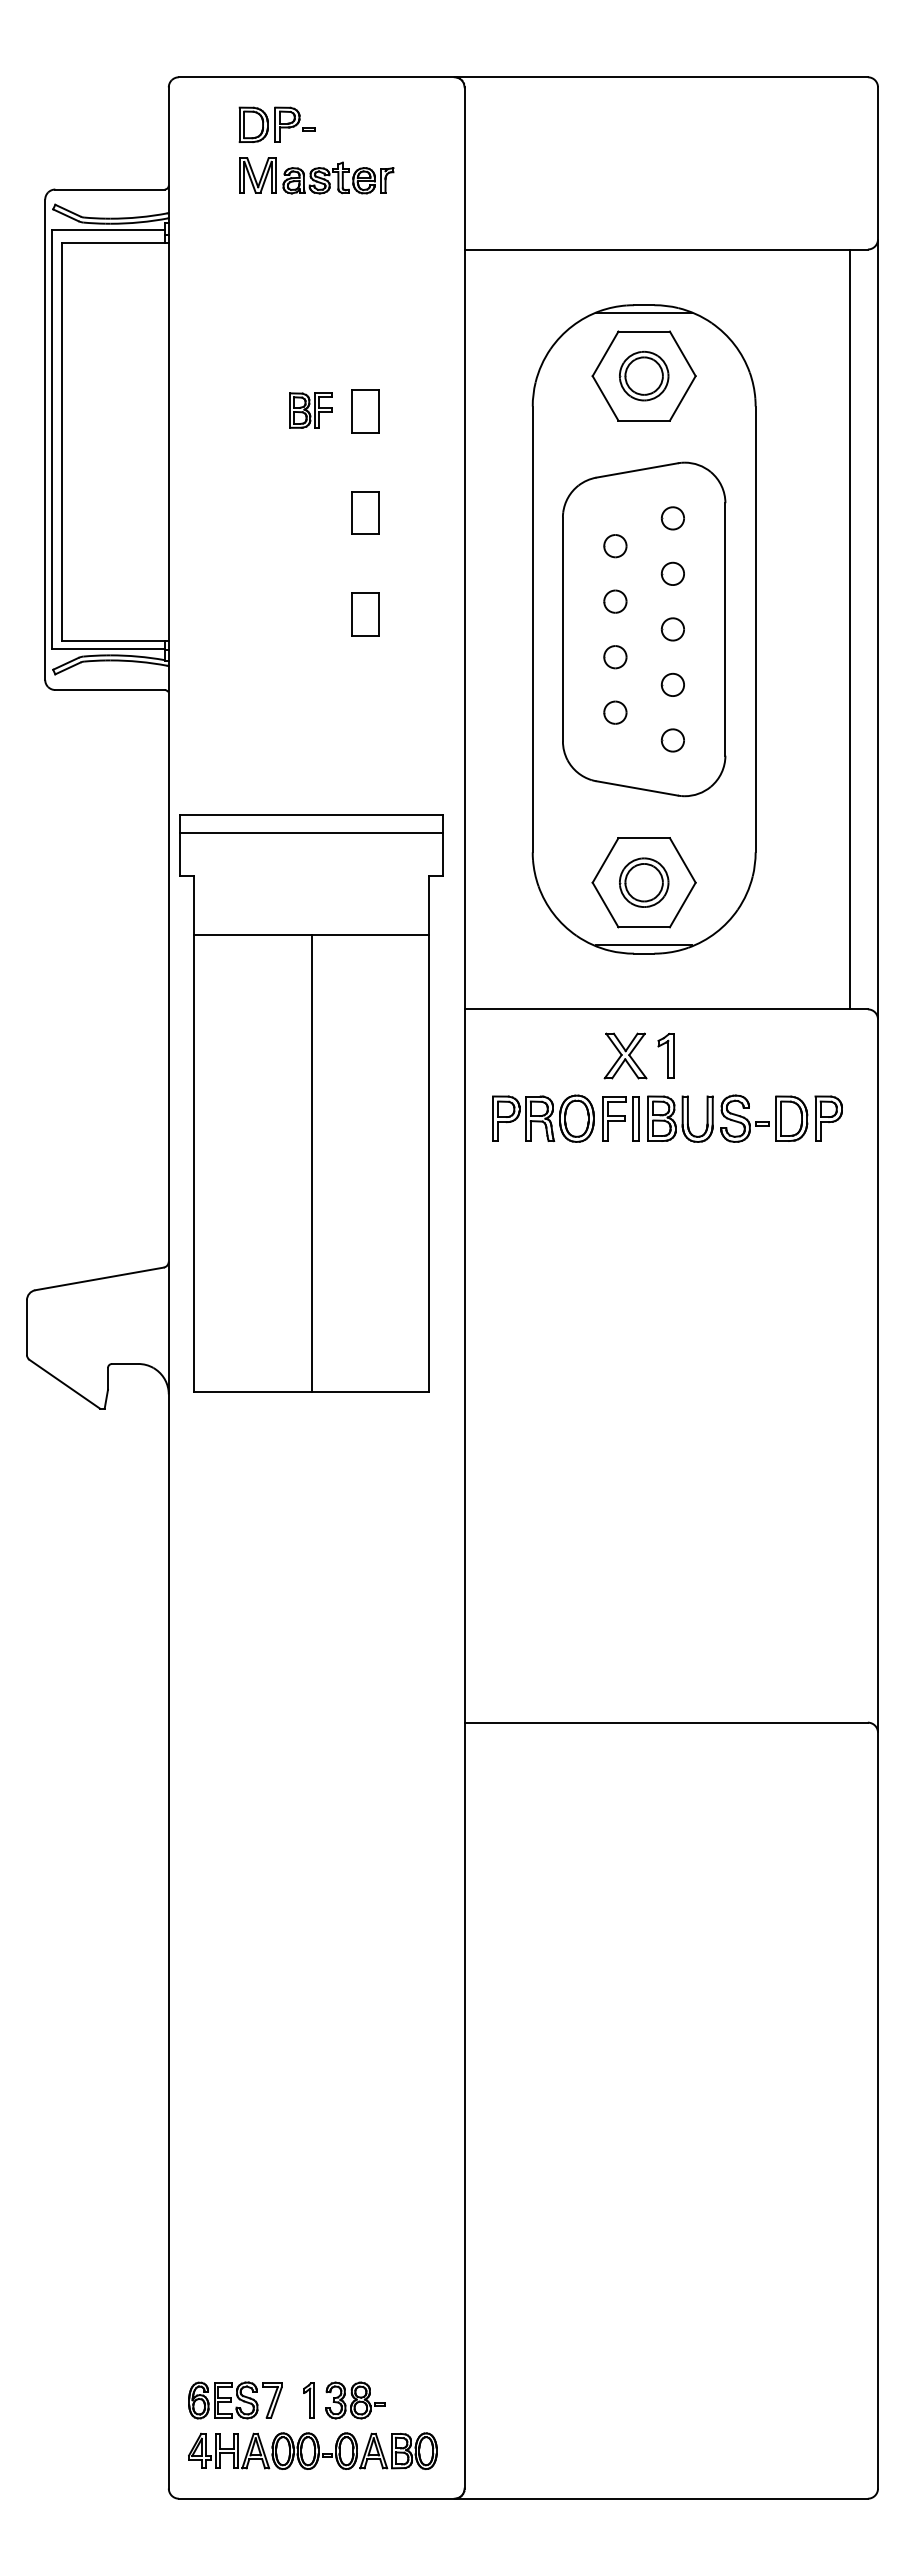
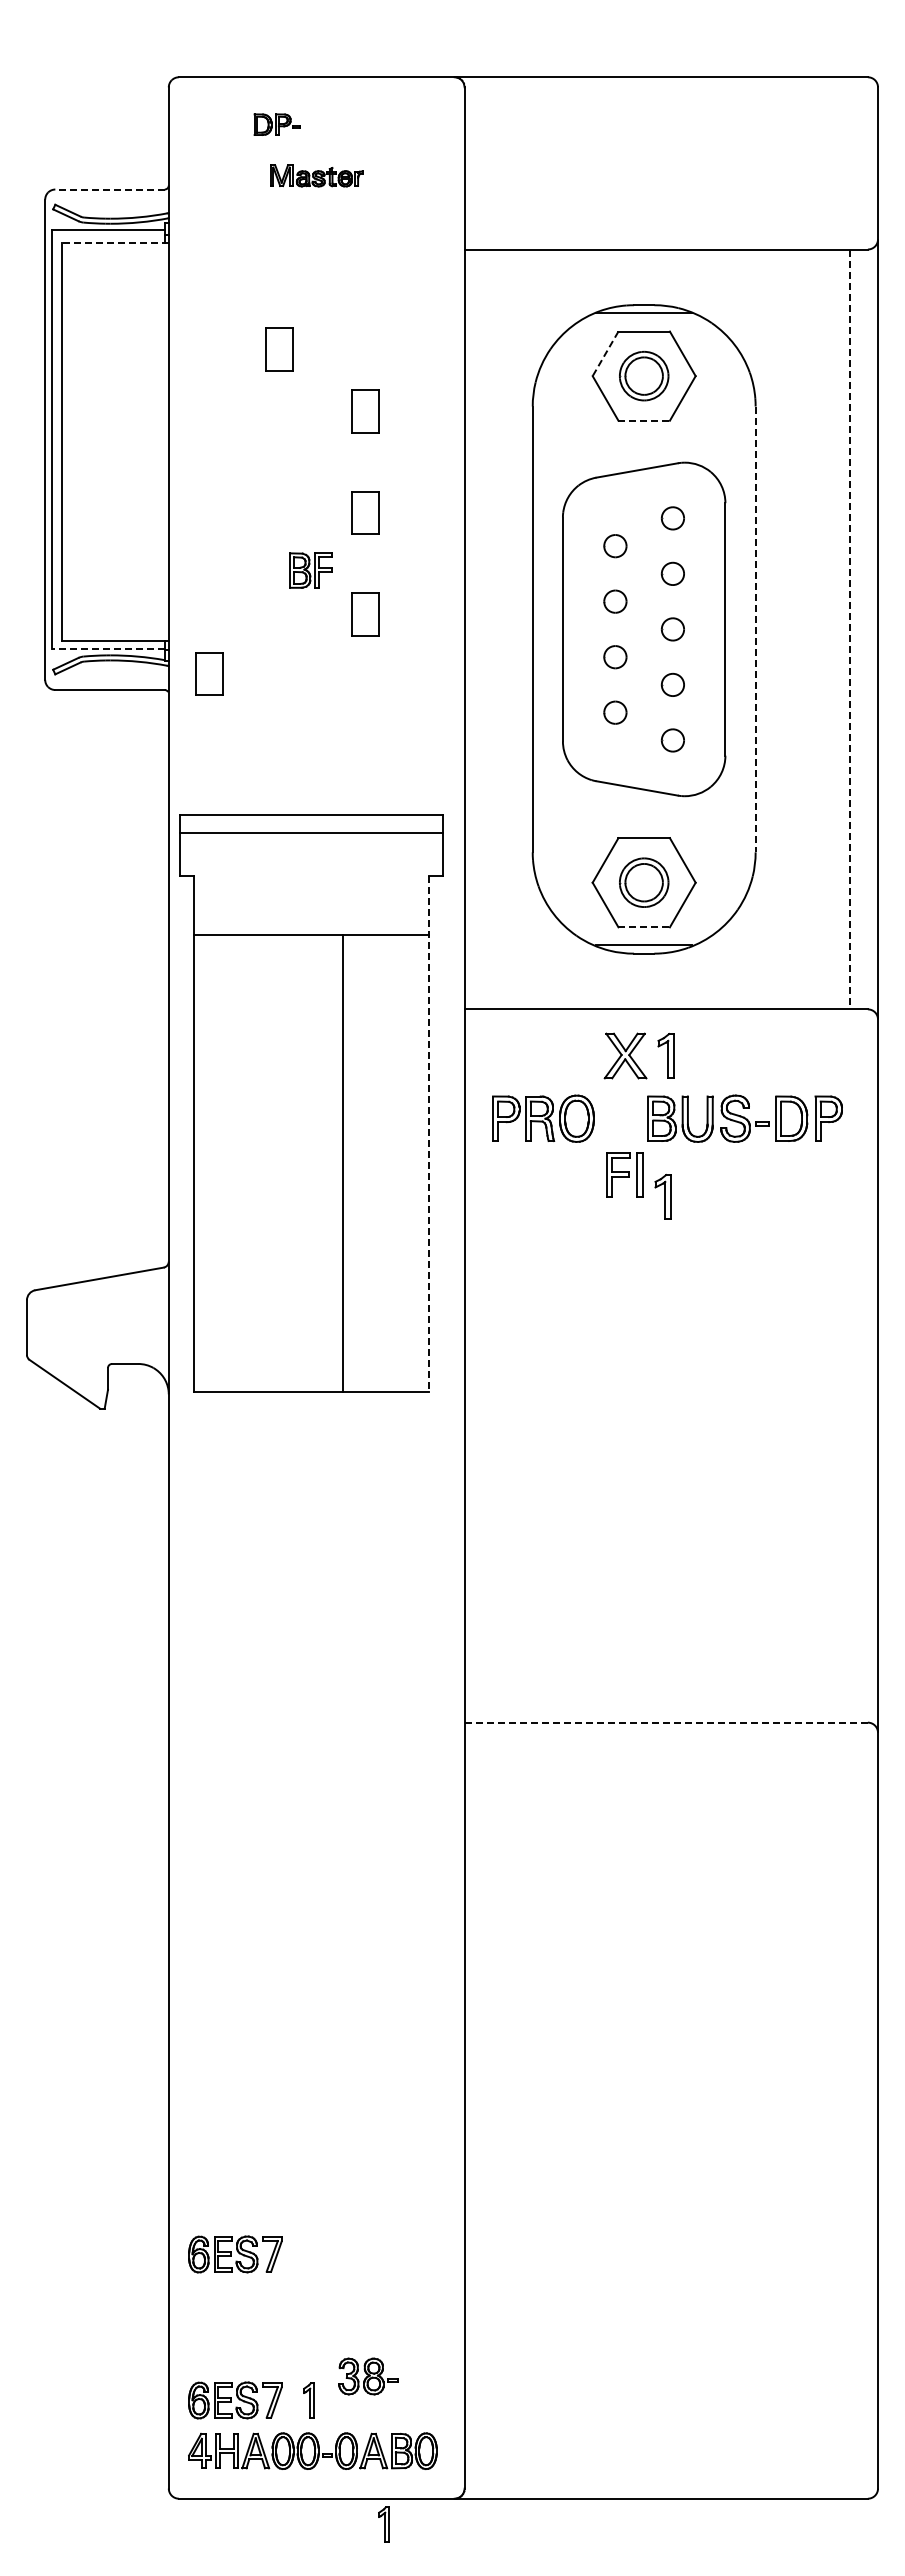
part at (276, 124) size: 78x37 px -> 48x23 px
part at (316, 175) size: 156x38 px -> 94x24 px
line at (110, 189): solid -> dashed
line at (115, 243): solid -> dashed
part at (279, 349): none -> present
line at (605, 353): solid -> dashed
part at (310, 410) position: (310, 410) -> (310, 570)
line at (644, 420): solid -> dashed
line at (755, 629): solid -> dashed
line at (849, 629): solid -> dashed
line at (107, 648): solid -> dashed
part at (209, 673): none -> present
line at (644, 927): solid -> dashed
part at (620, 1118) position: (620, 1118) -> (624, 1174)
line at (429, 1134): solid -> dashed
line at (311, 1163) position: (311, 1163) -> (342, 1163)
part at (662, 1196): none -> present
line at (666, 1722): solid -> dashed
part at (235, 2254): none -> present
part at (355, 2400) position: (355, 2400) -> (368, 2376)
part at (383, 2524): none -> present
